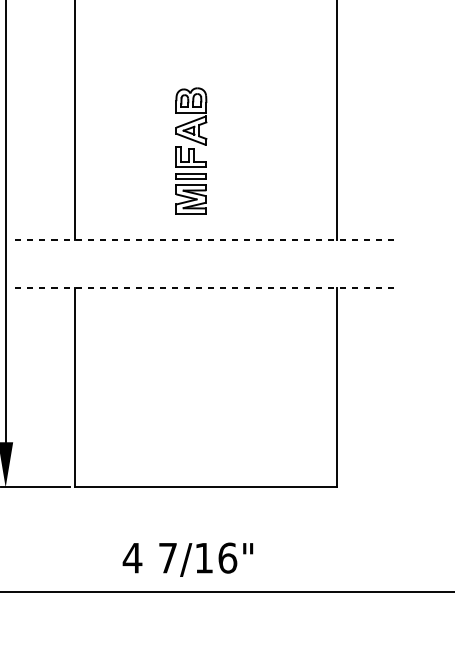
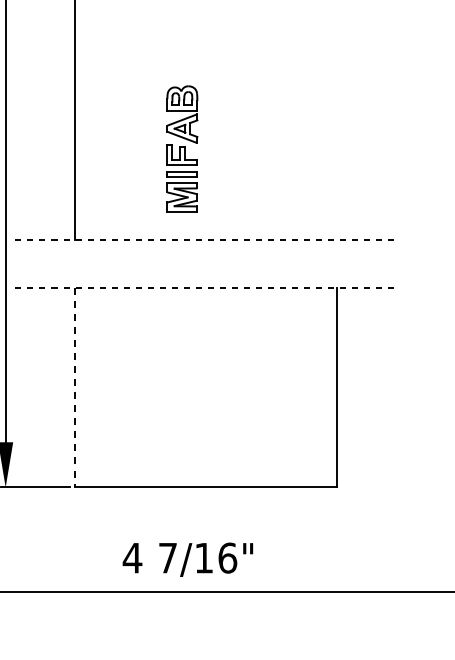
line at (337, 121): present -> none
part at (191, 150) position: (191, 150) -> (182, 148)
line at (75, 387): solid -> dashed
